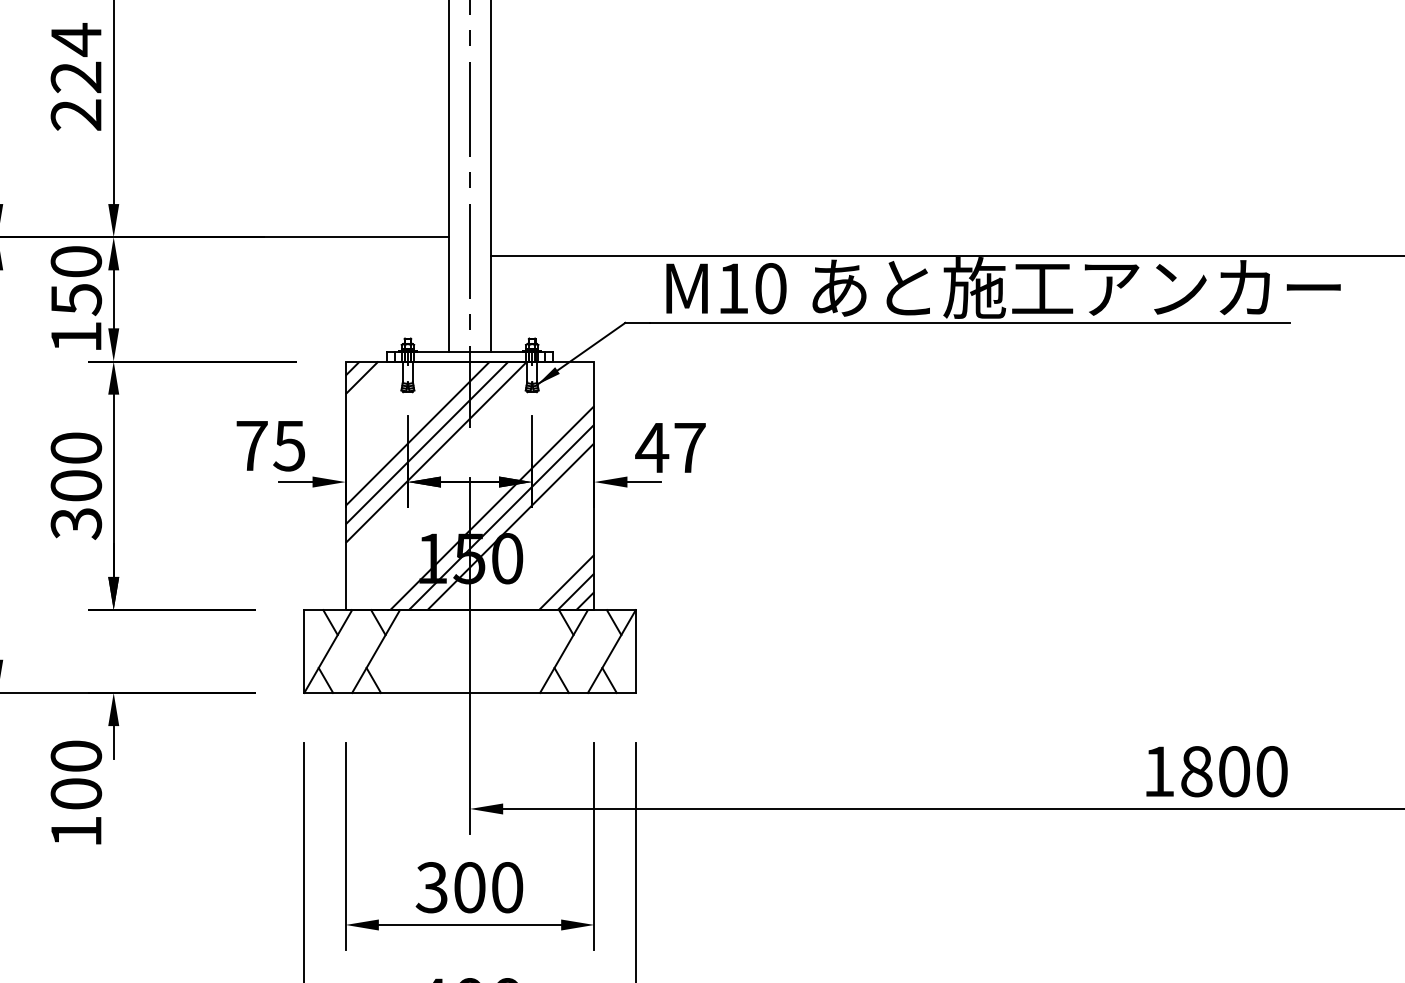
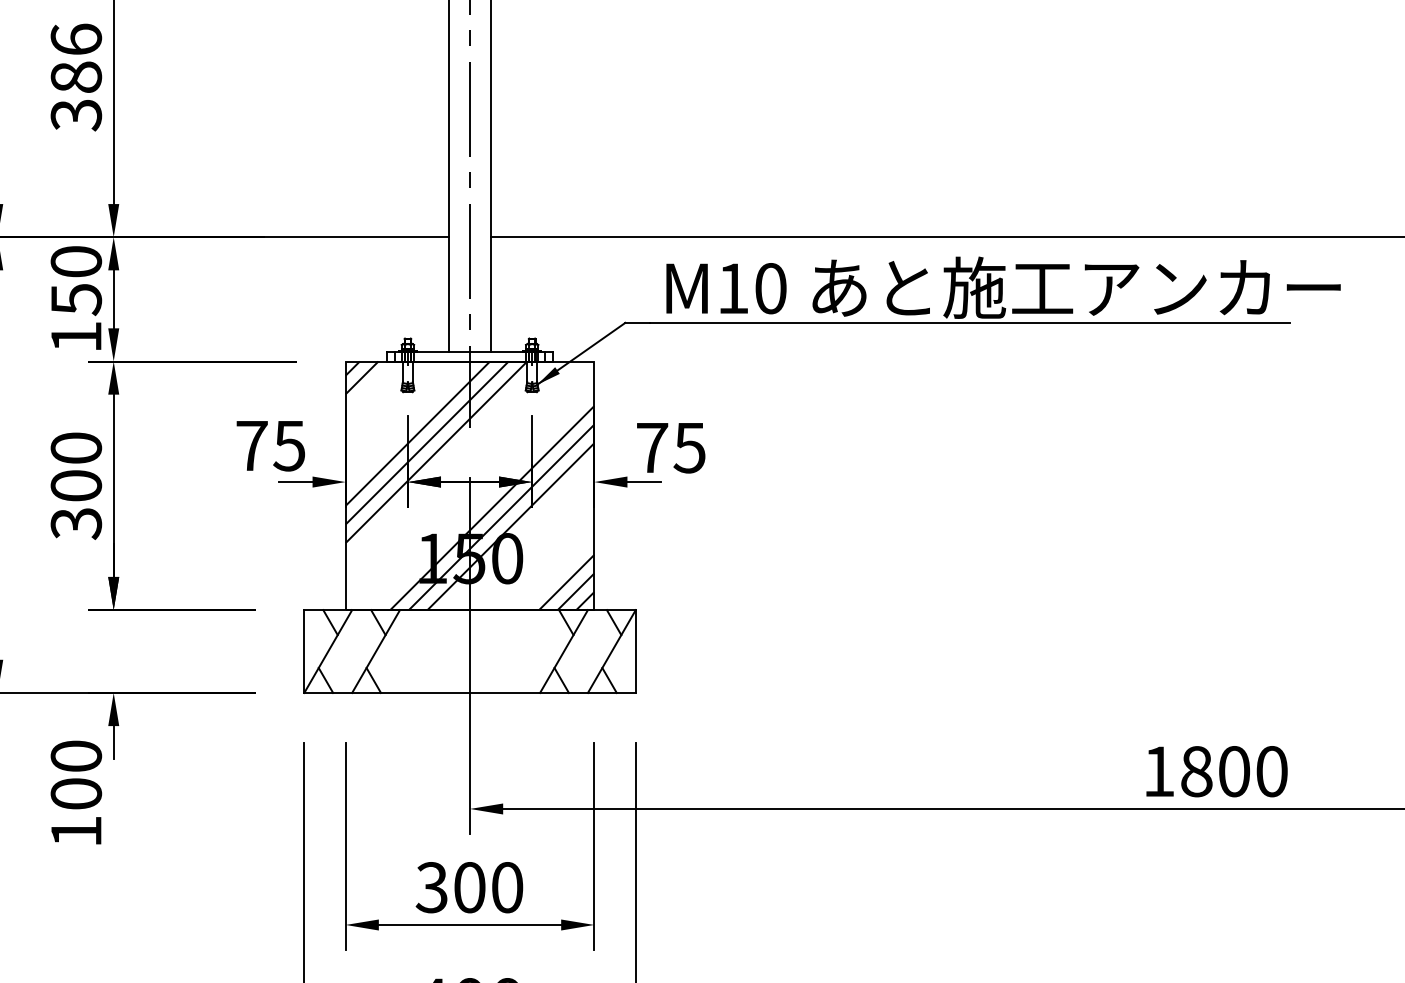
text at (76, 77): 224 -> 386
line at (945, 256) position: (945, 256) -> (945, 237)
text at (670, 448): 47 -> 75
